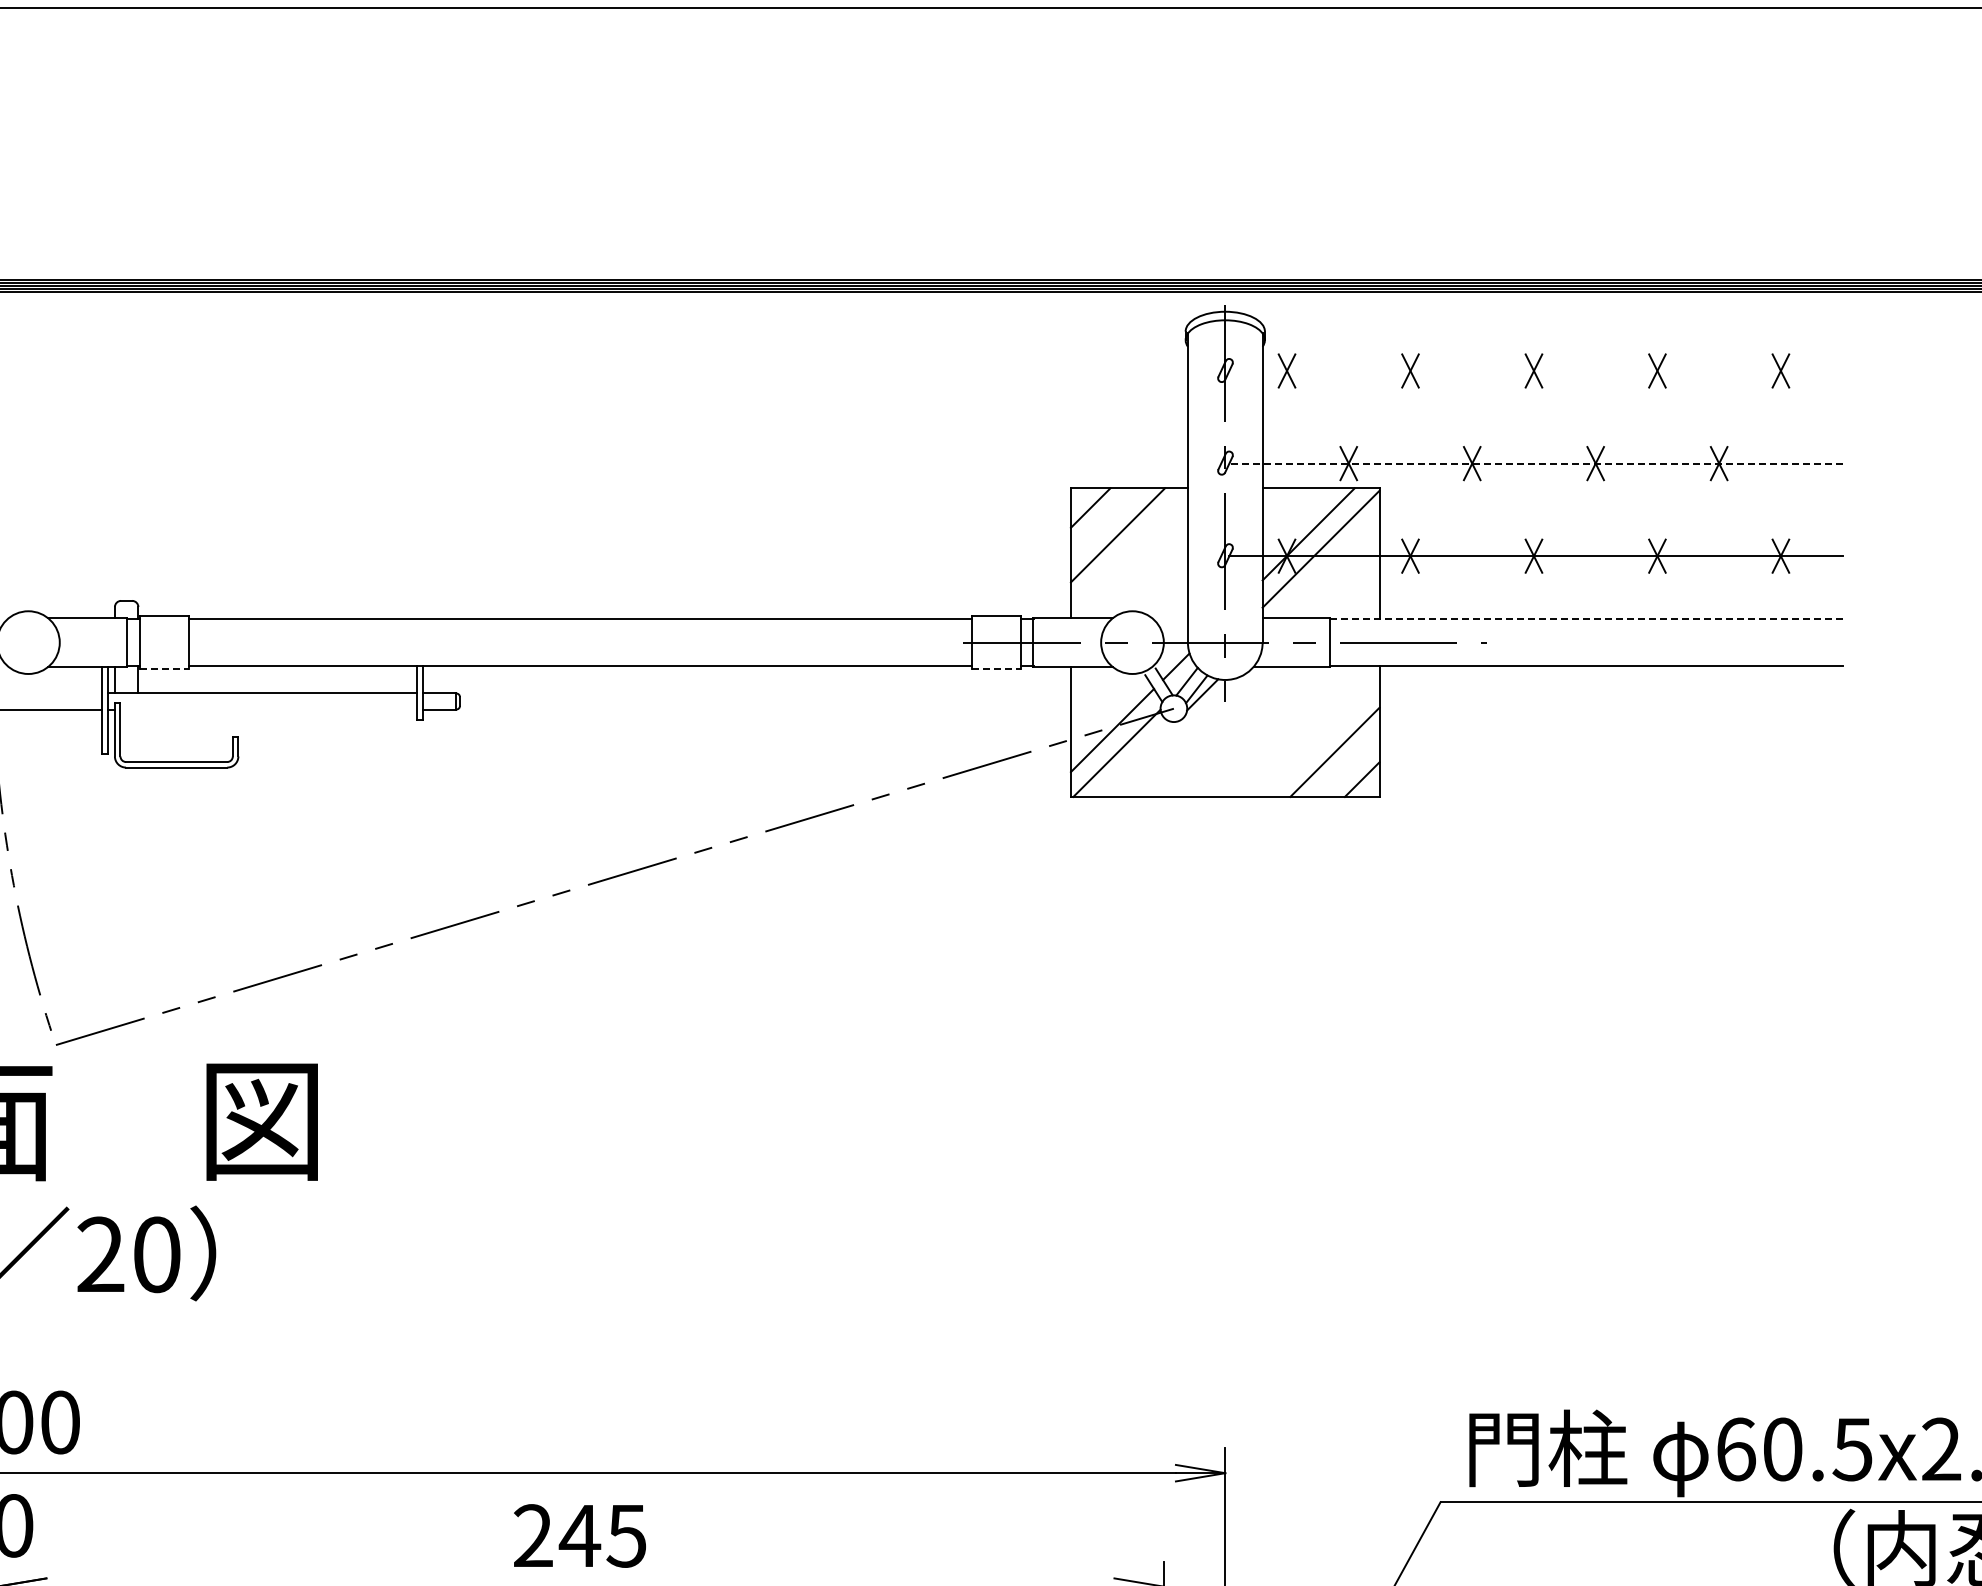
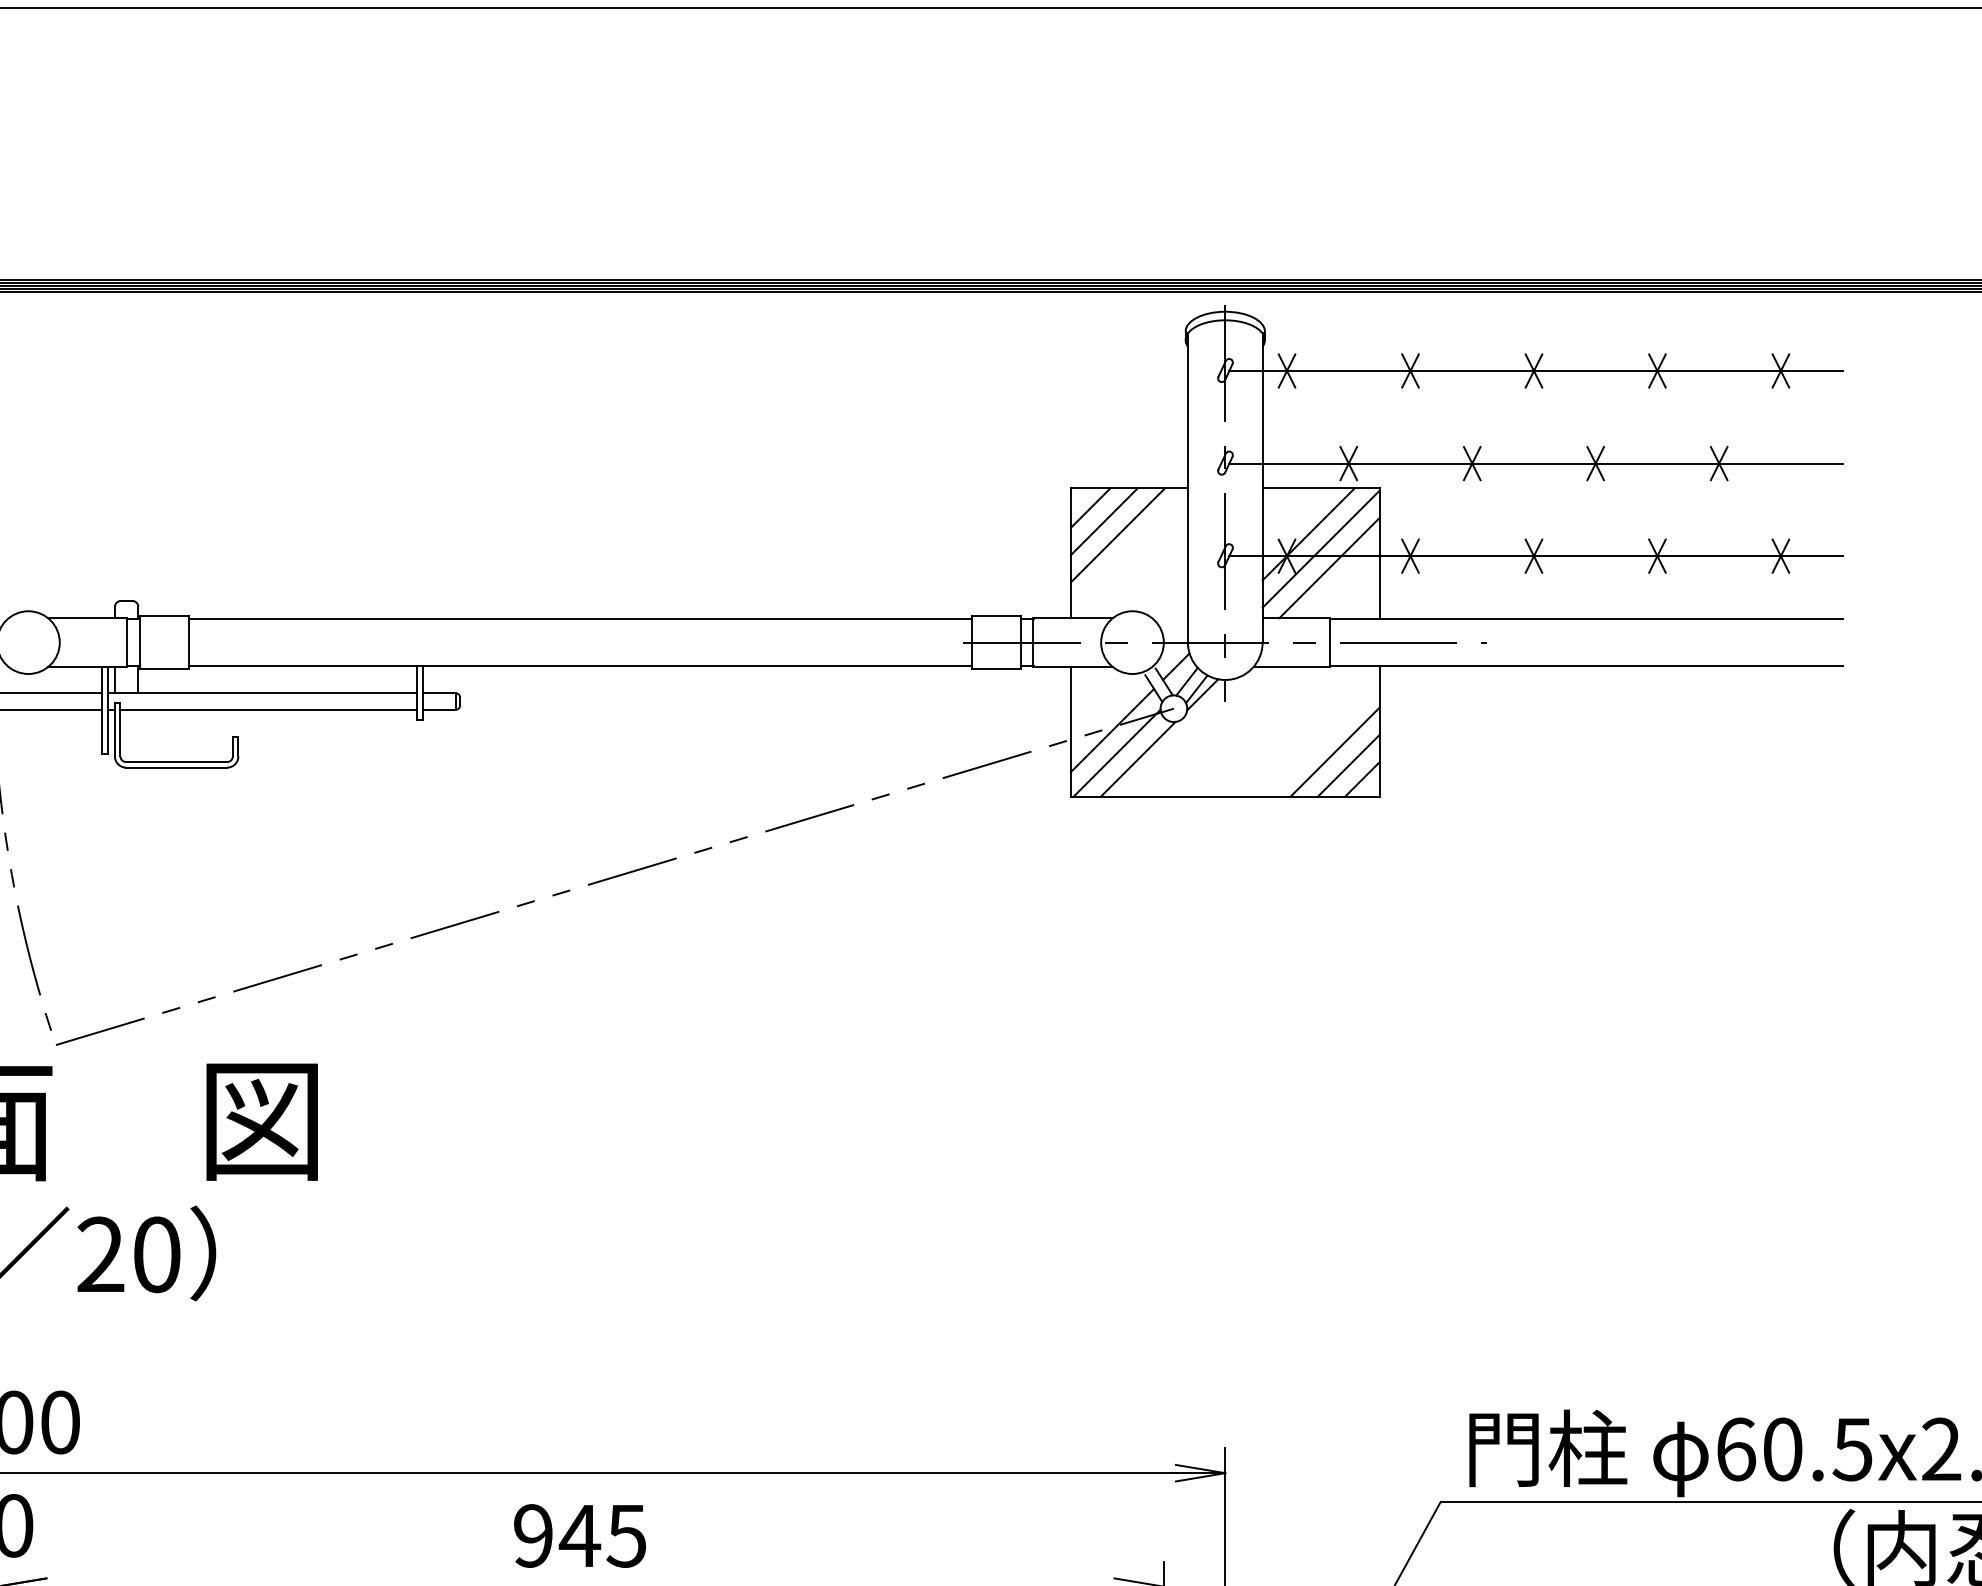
line at (1535, 371): none -> present
line at (1536, 463): dashed -> solid
line at (1103, 521): none -> present
line at (1329, 567): none -> present
line at (1586, 619): dashed -> solid
line at (164, 668): dashed -> solid
line at (996, 668): dashed -> solid
line at (51, 693): none -> present
line at (268, 709): none -> present
line at (1137, 758): none -> present
line at (1348, 765): none -> present
text at (533, 1535): 245 -> 945
